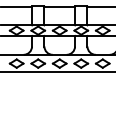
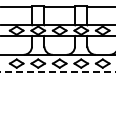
line at (57, 72): solid -> dashed
